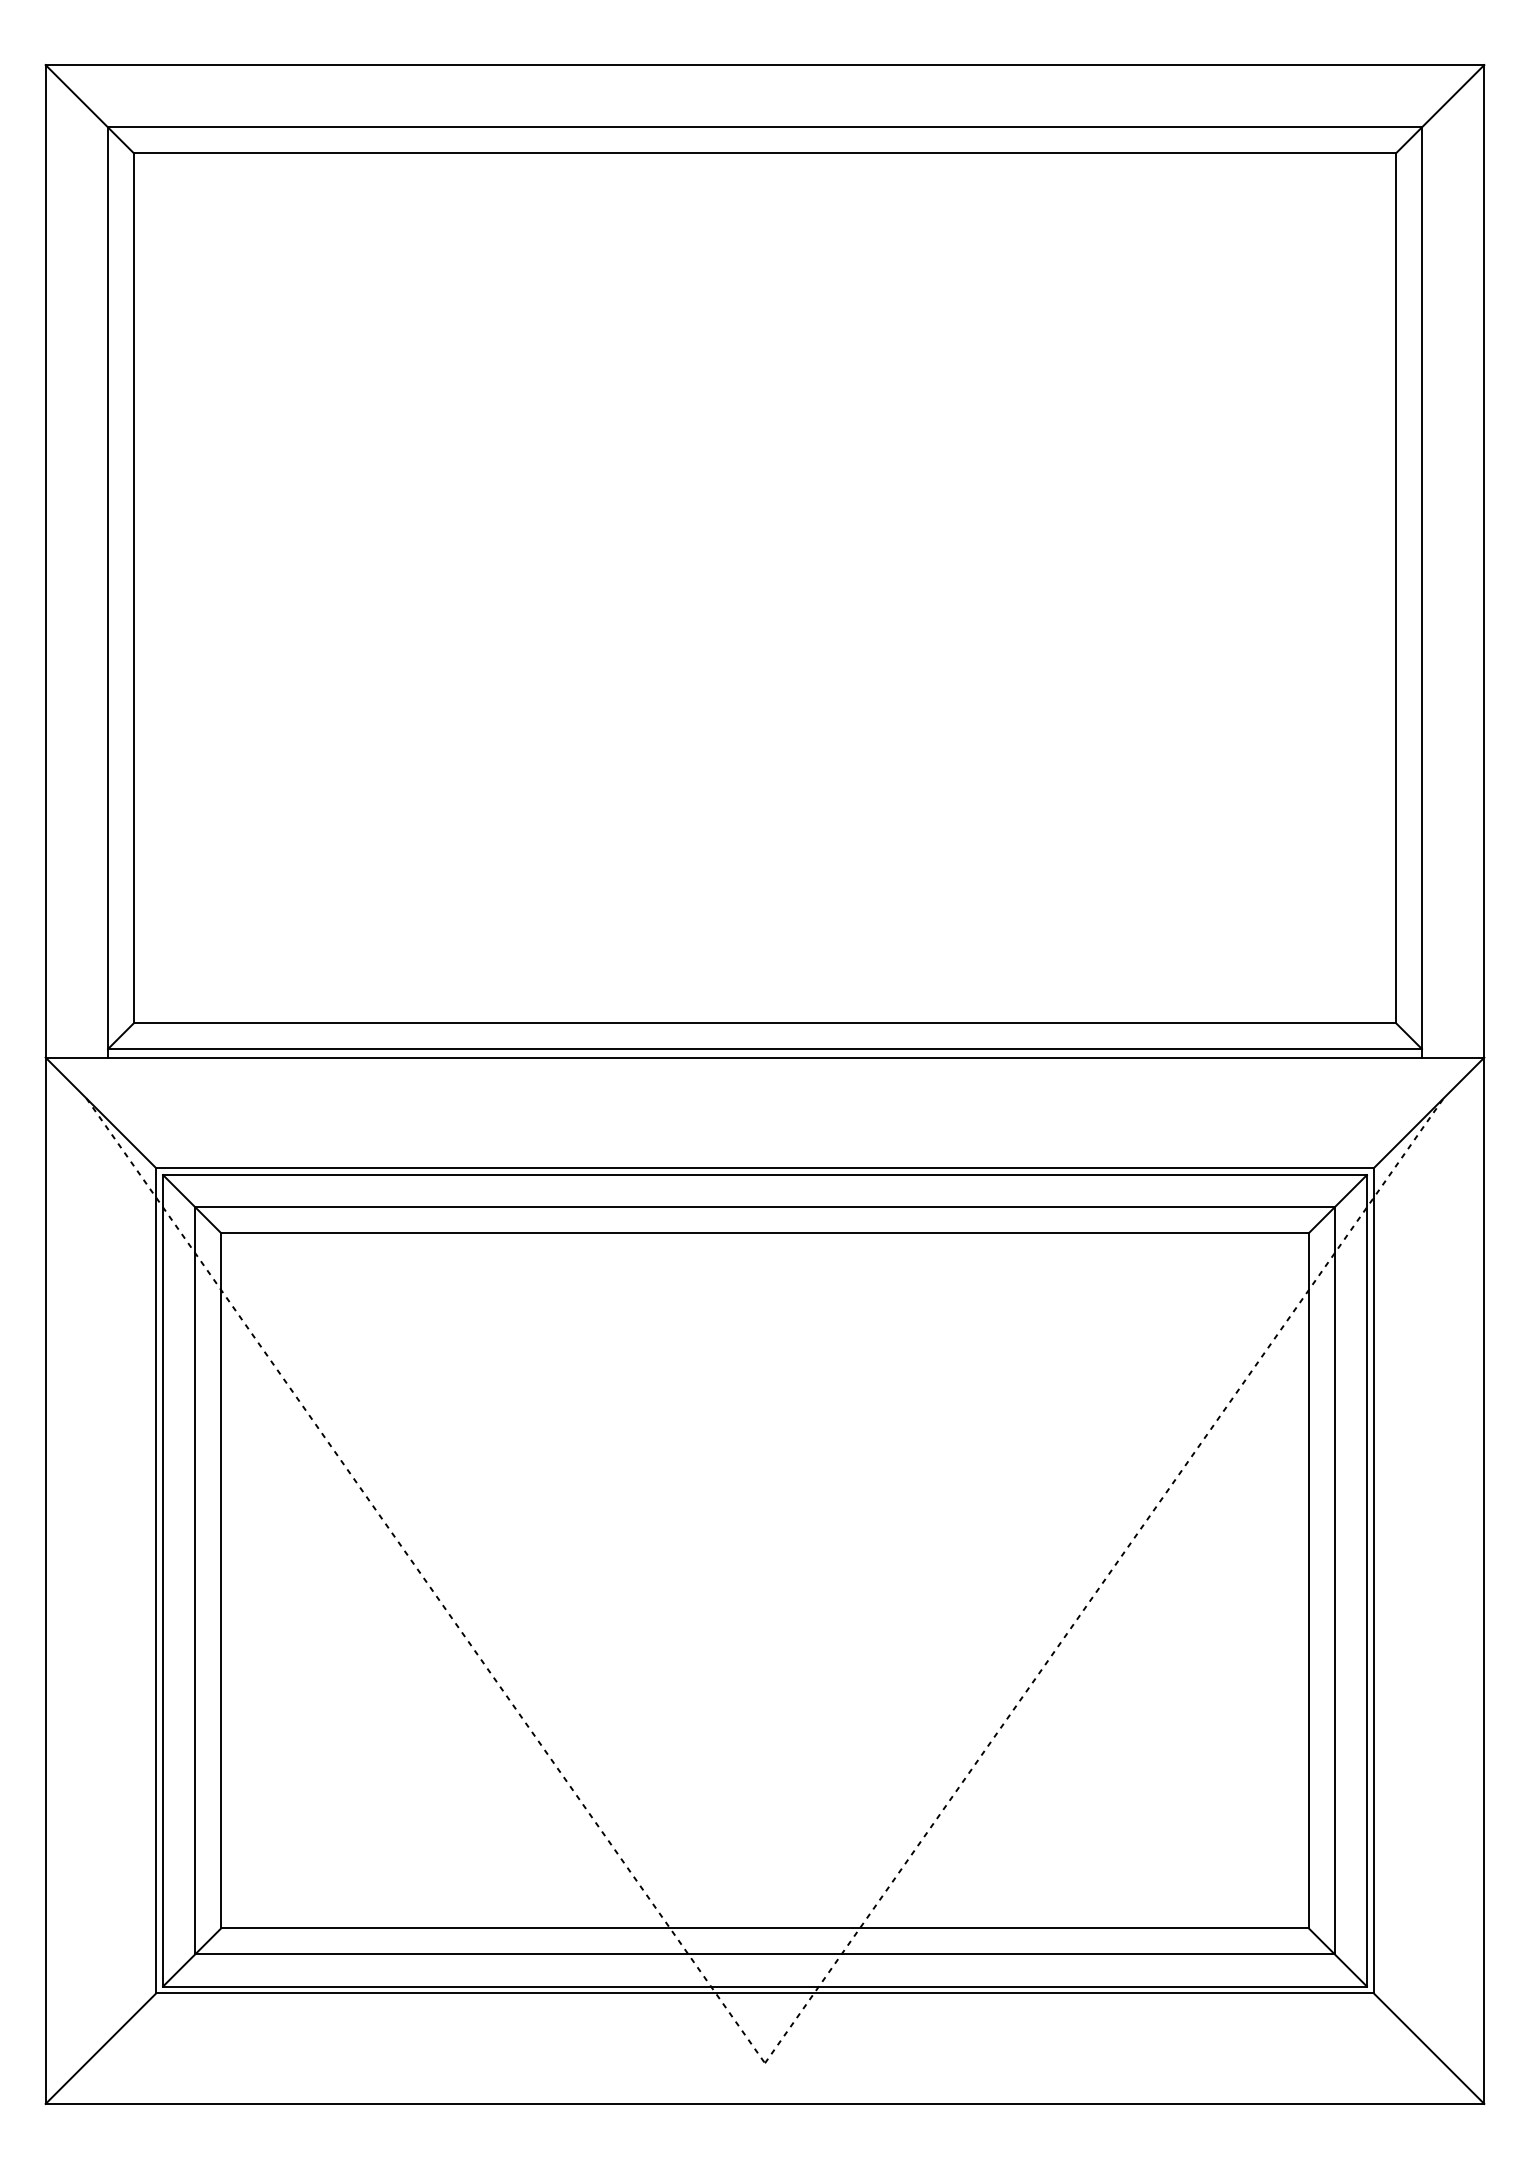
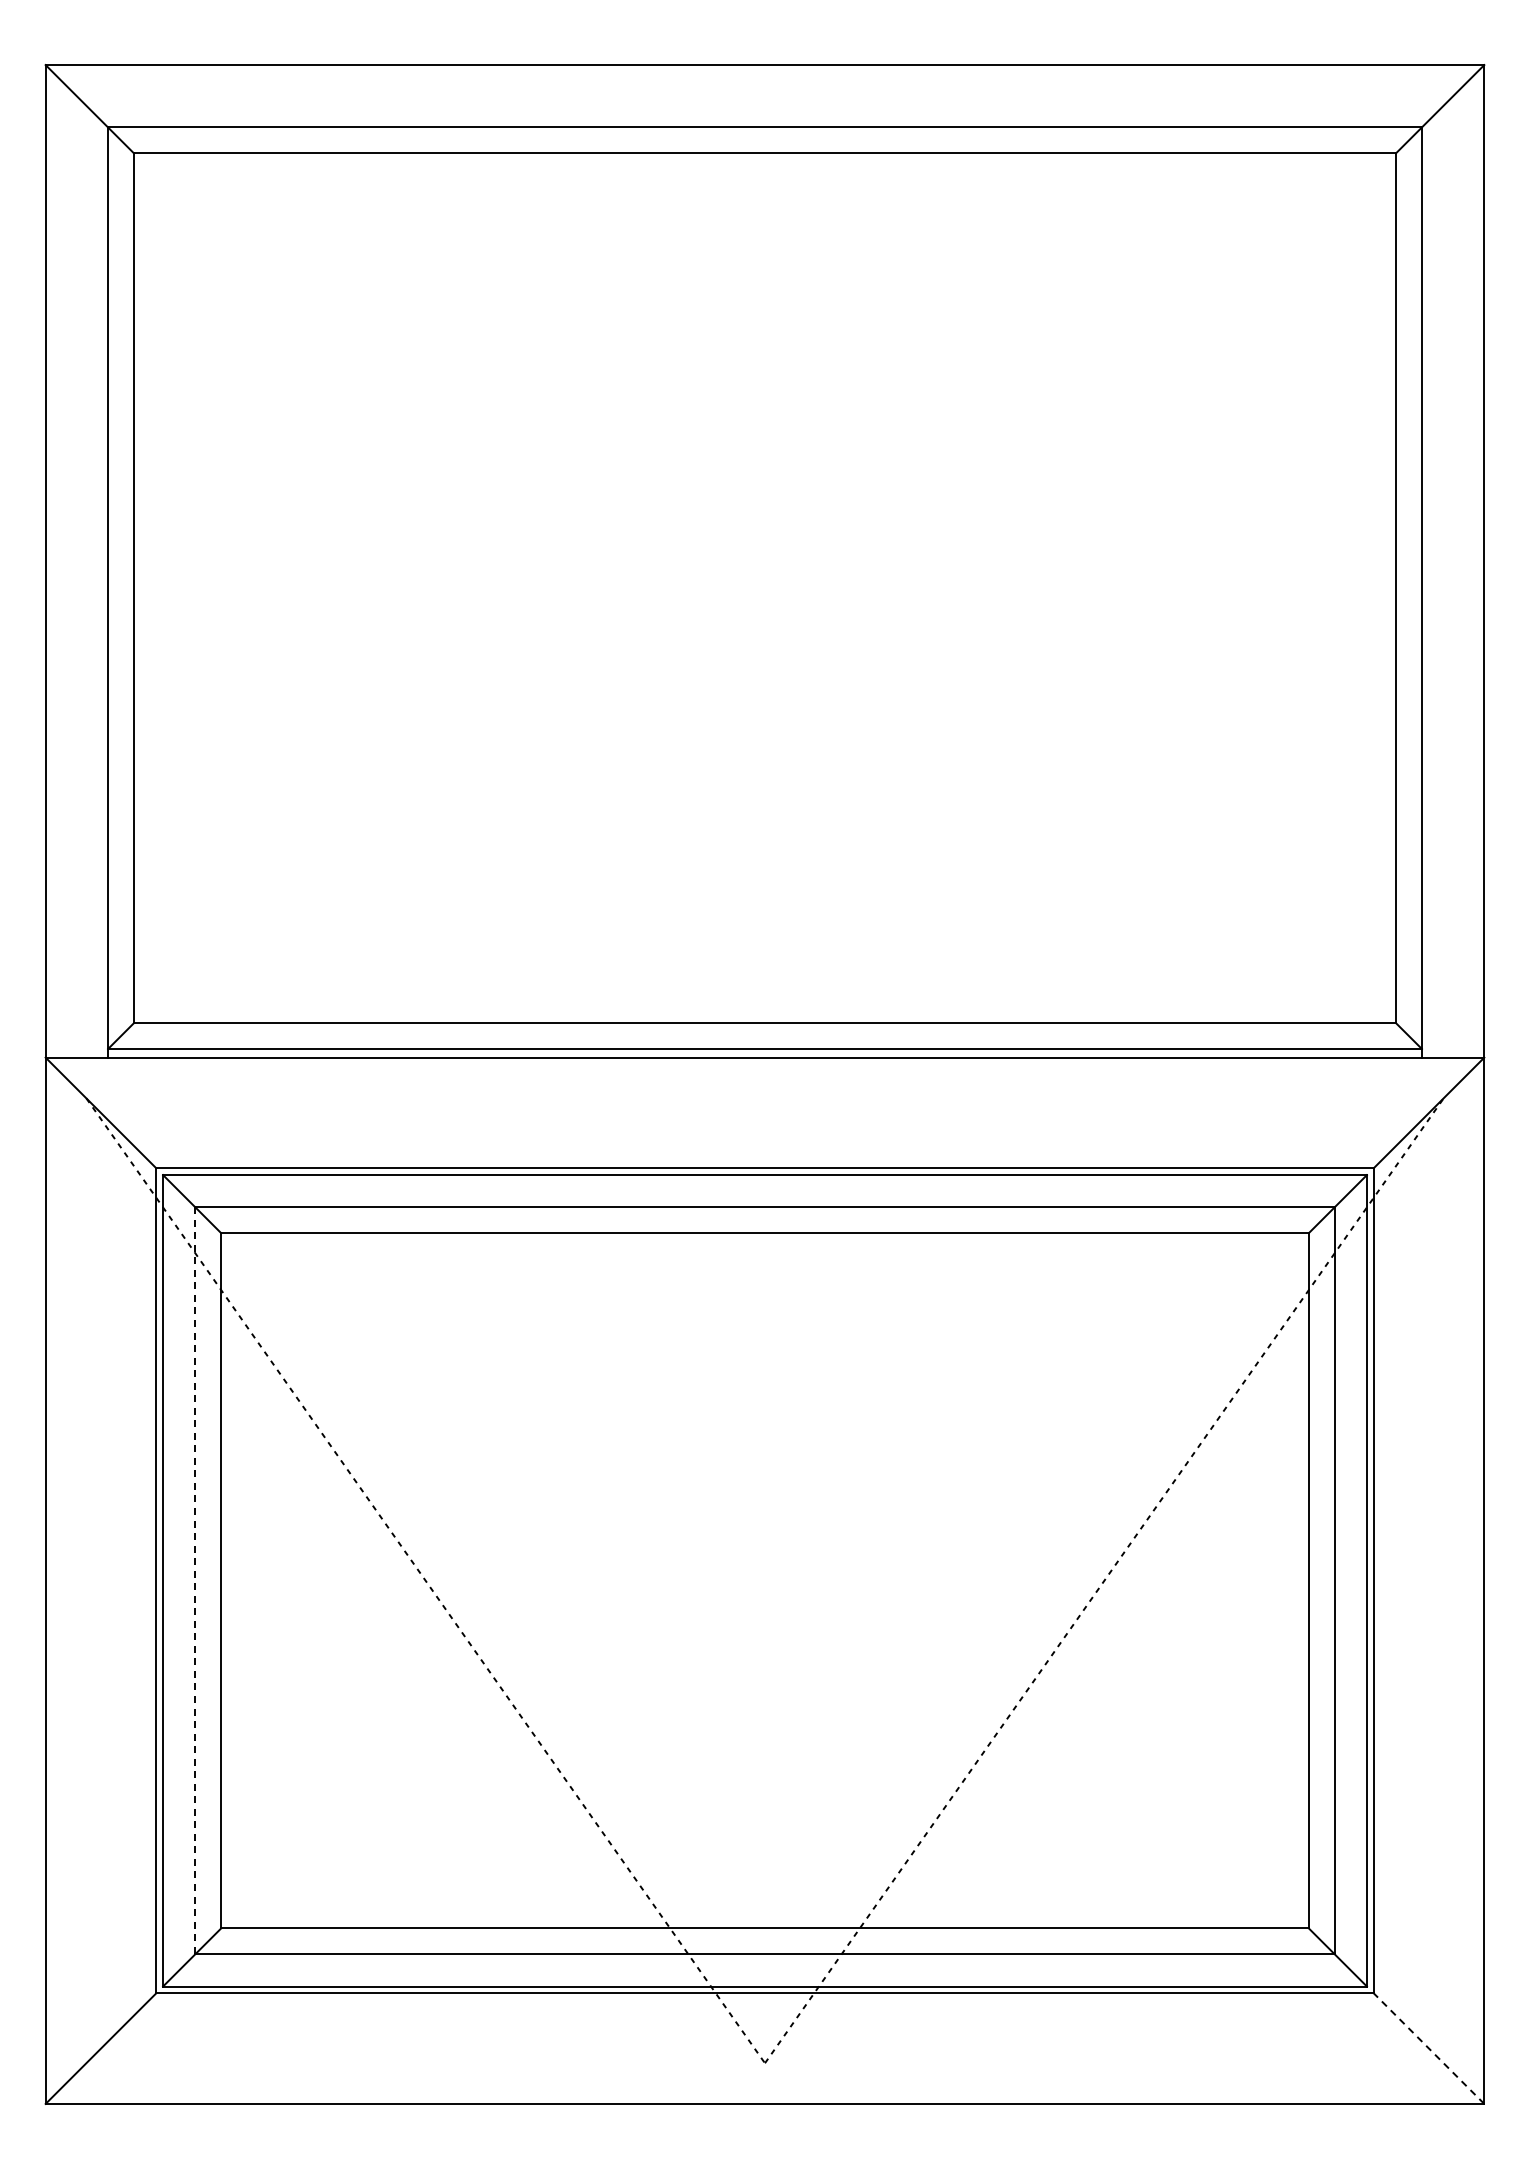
line at (195, 1580): solid -> dashed
line at (1428, 2048): solid -> dashed
